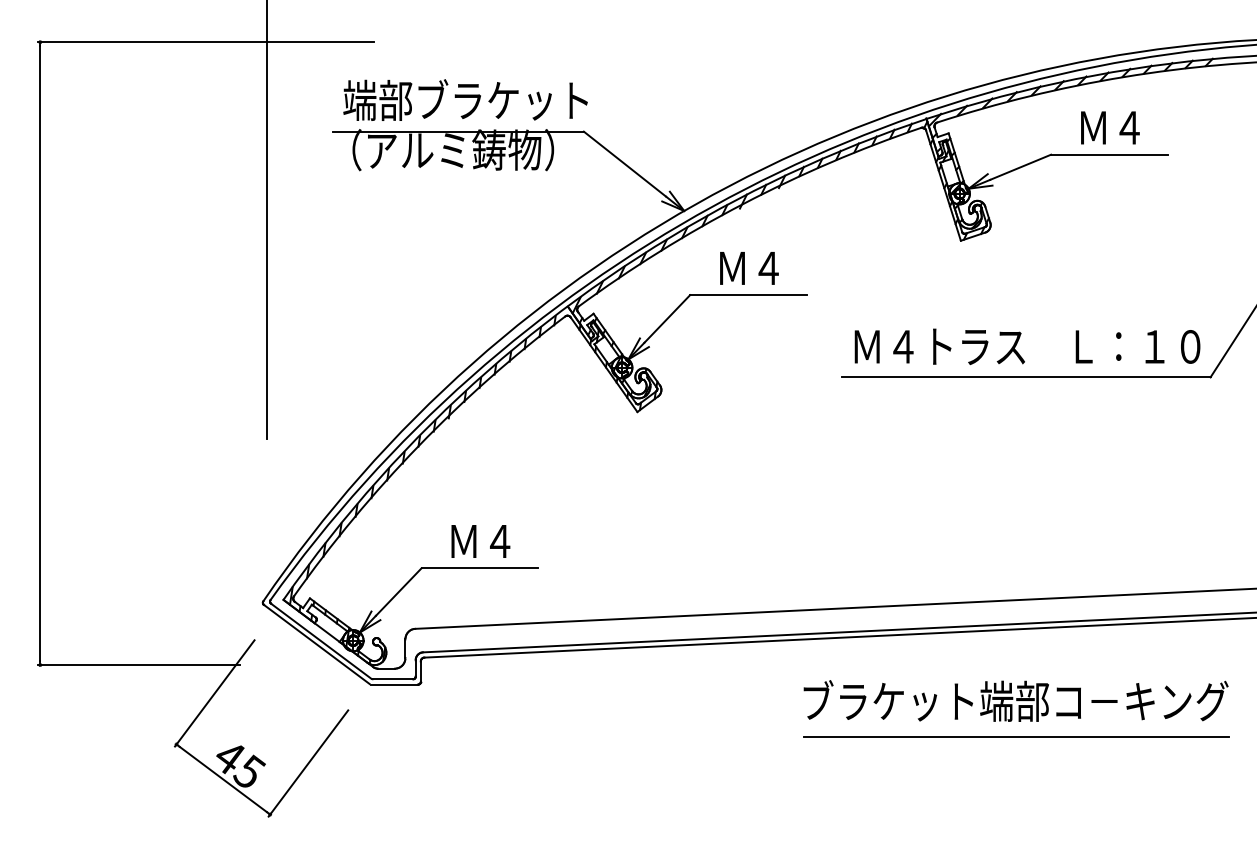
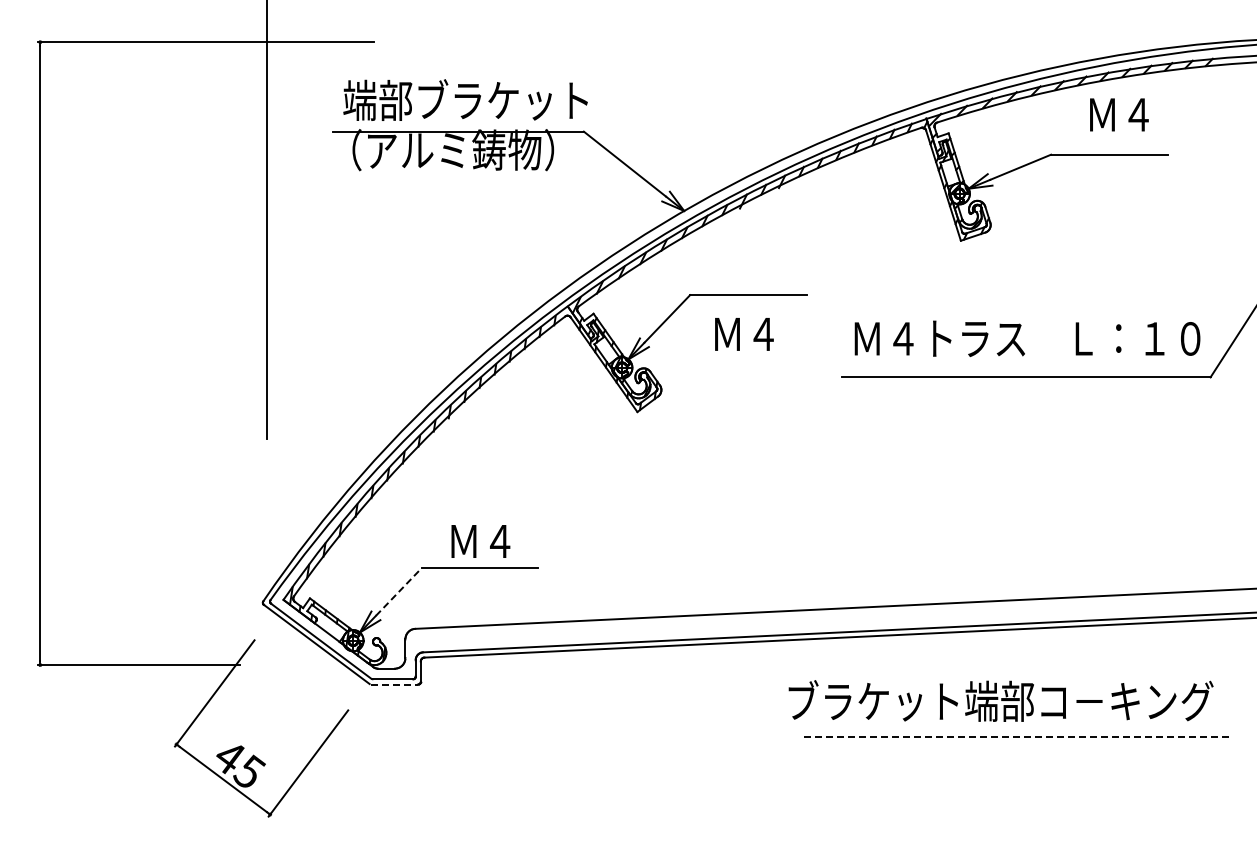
text at (1110, 127) position: (1110, 127) -> (1119, 114)
text at (749, 268) position: (749, 268) -> (744, 334)
text at (1027, 346) position: (1027, 346) -> (1027, 338)
line at (398, 592): solid -> dashed
line at (394, 684): solid -> dashed
text at (1015, 700) position: (1015, 700) -> (1000, 700)
line at (1016, 737): solid -> dashed
